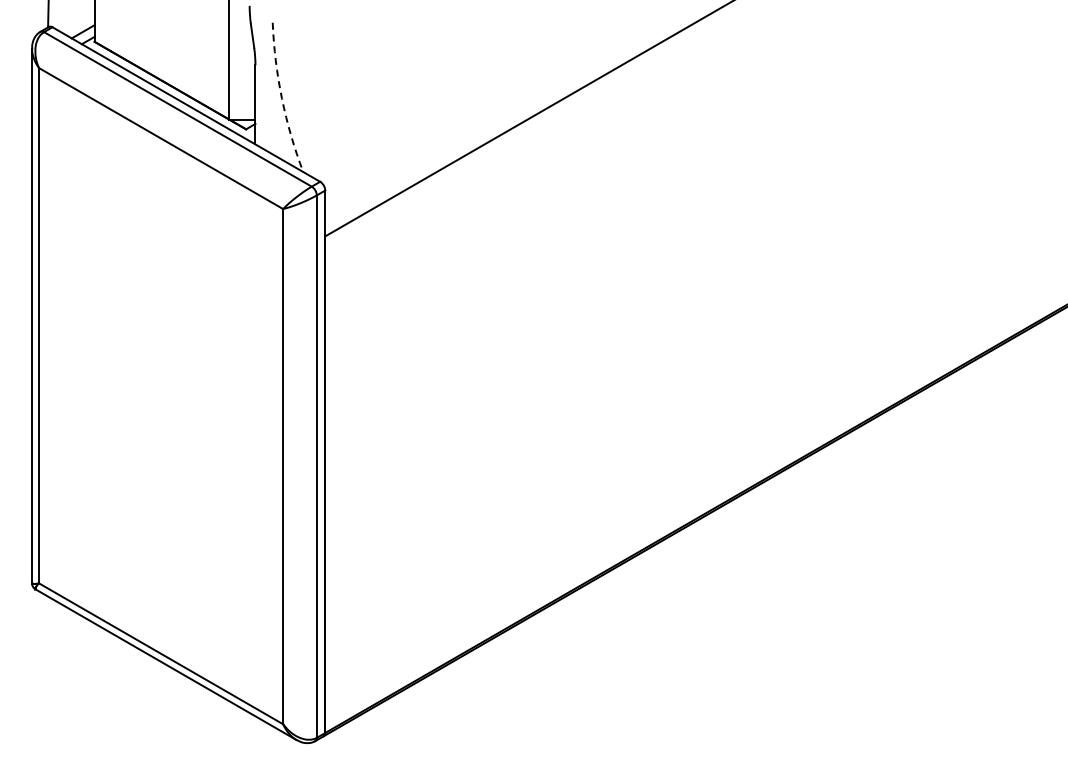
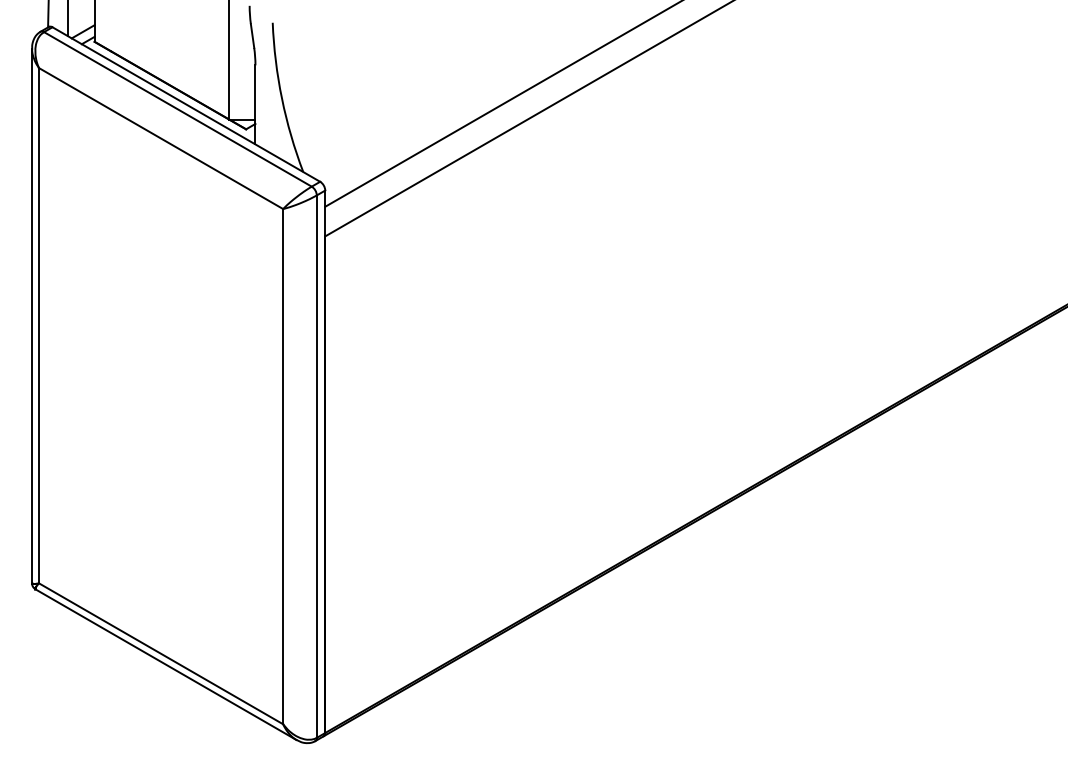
line at (68, 19): none -> present
arc at (281, 98): dashed -> solid
line at (502, 104): none -> present
